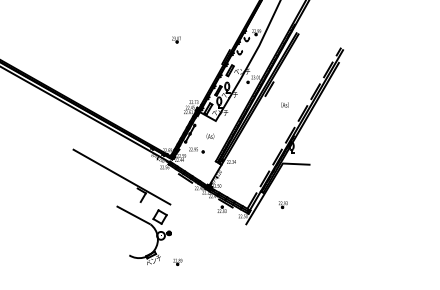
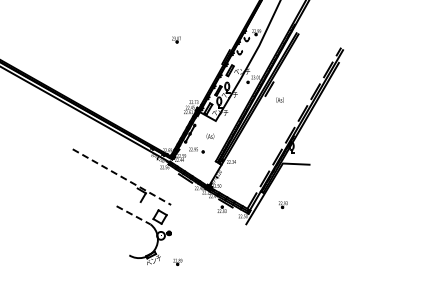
text at (284, 104) position: (284, 104) -> (279, 99)
line at (121, 177): solid -> dashed
line at (134, 215): solid -> dashed
